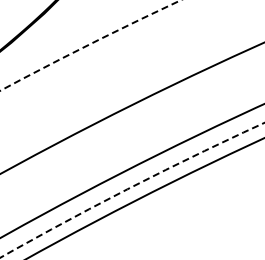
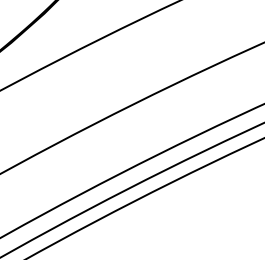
circle at (90, 45): dashed -> solid
circle at (132, 189): dashed -> solid
